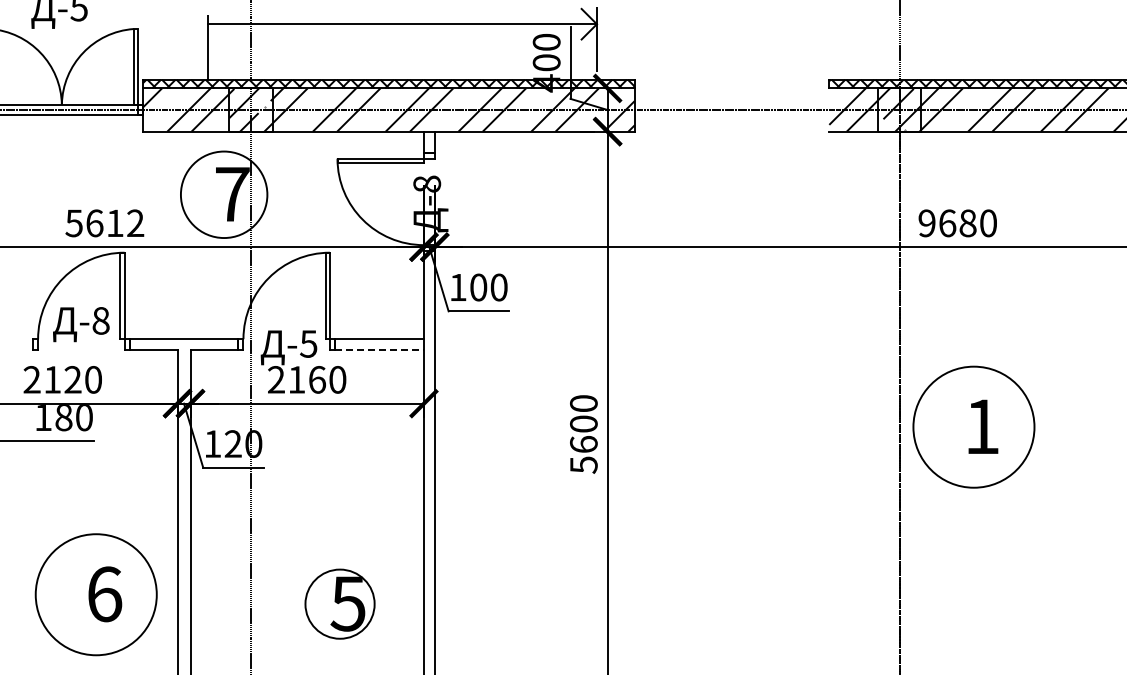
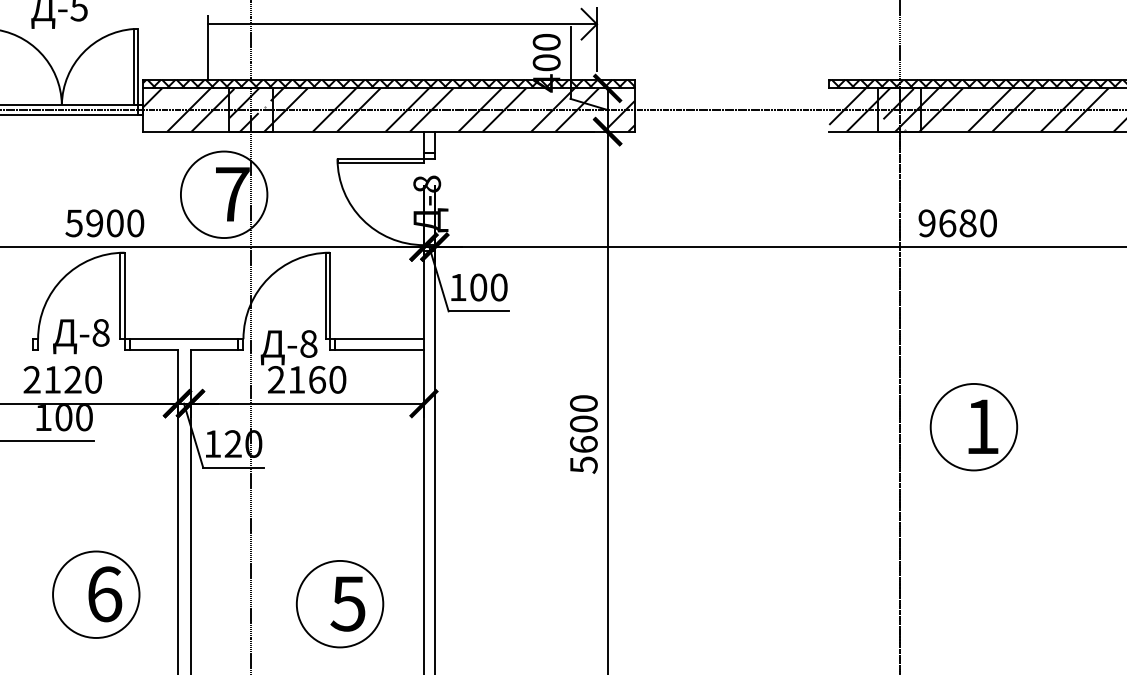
text at (115, 223): 5612 -> 5900
text at (81, 324) position: (81, 324) -> (81, 336)
text at (308, 343): -5 -> -8
line at (380, 349): dashed -> solid
text at (63, 418): 180 -> 100
circle at (973, 426) diameter: 121 px -> 86 px
circle at (95, 594) diameter: 121 px -> 86 px
circle at (339, 603) diameter: 69 px -> 86 px
